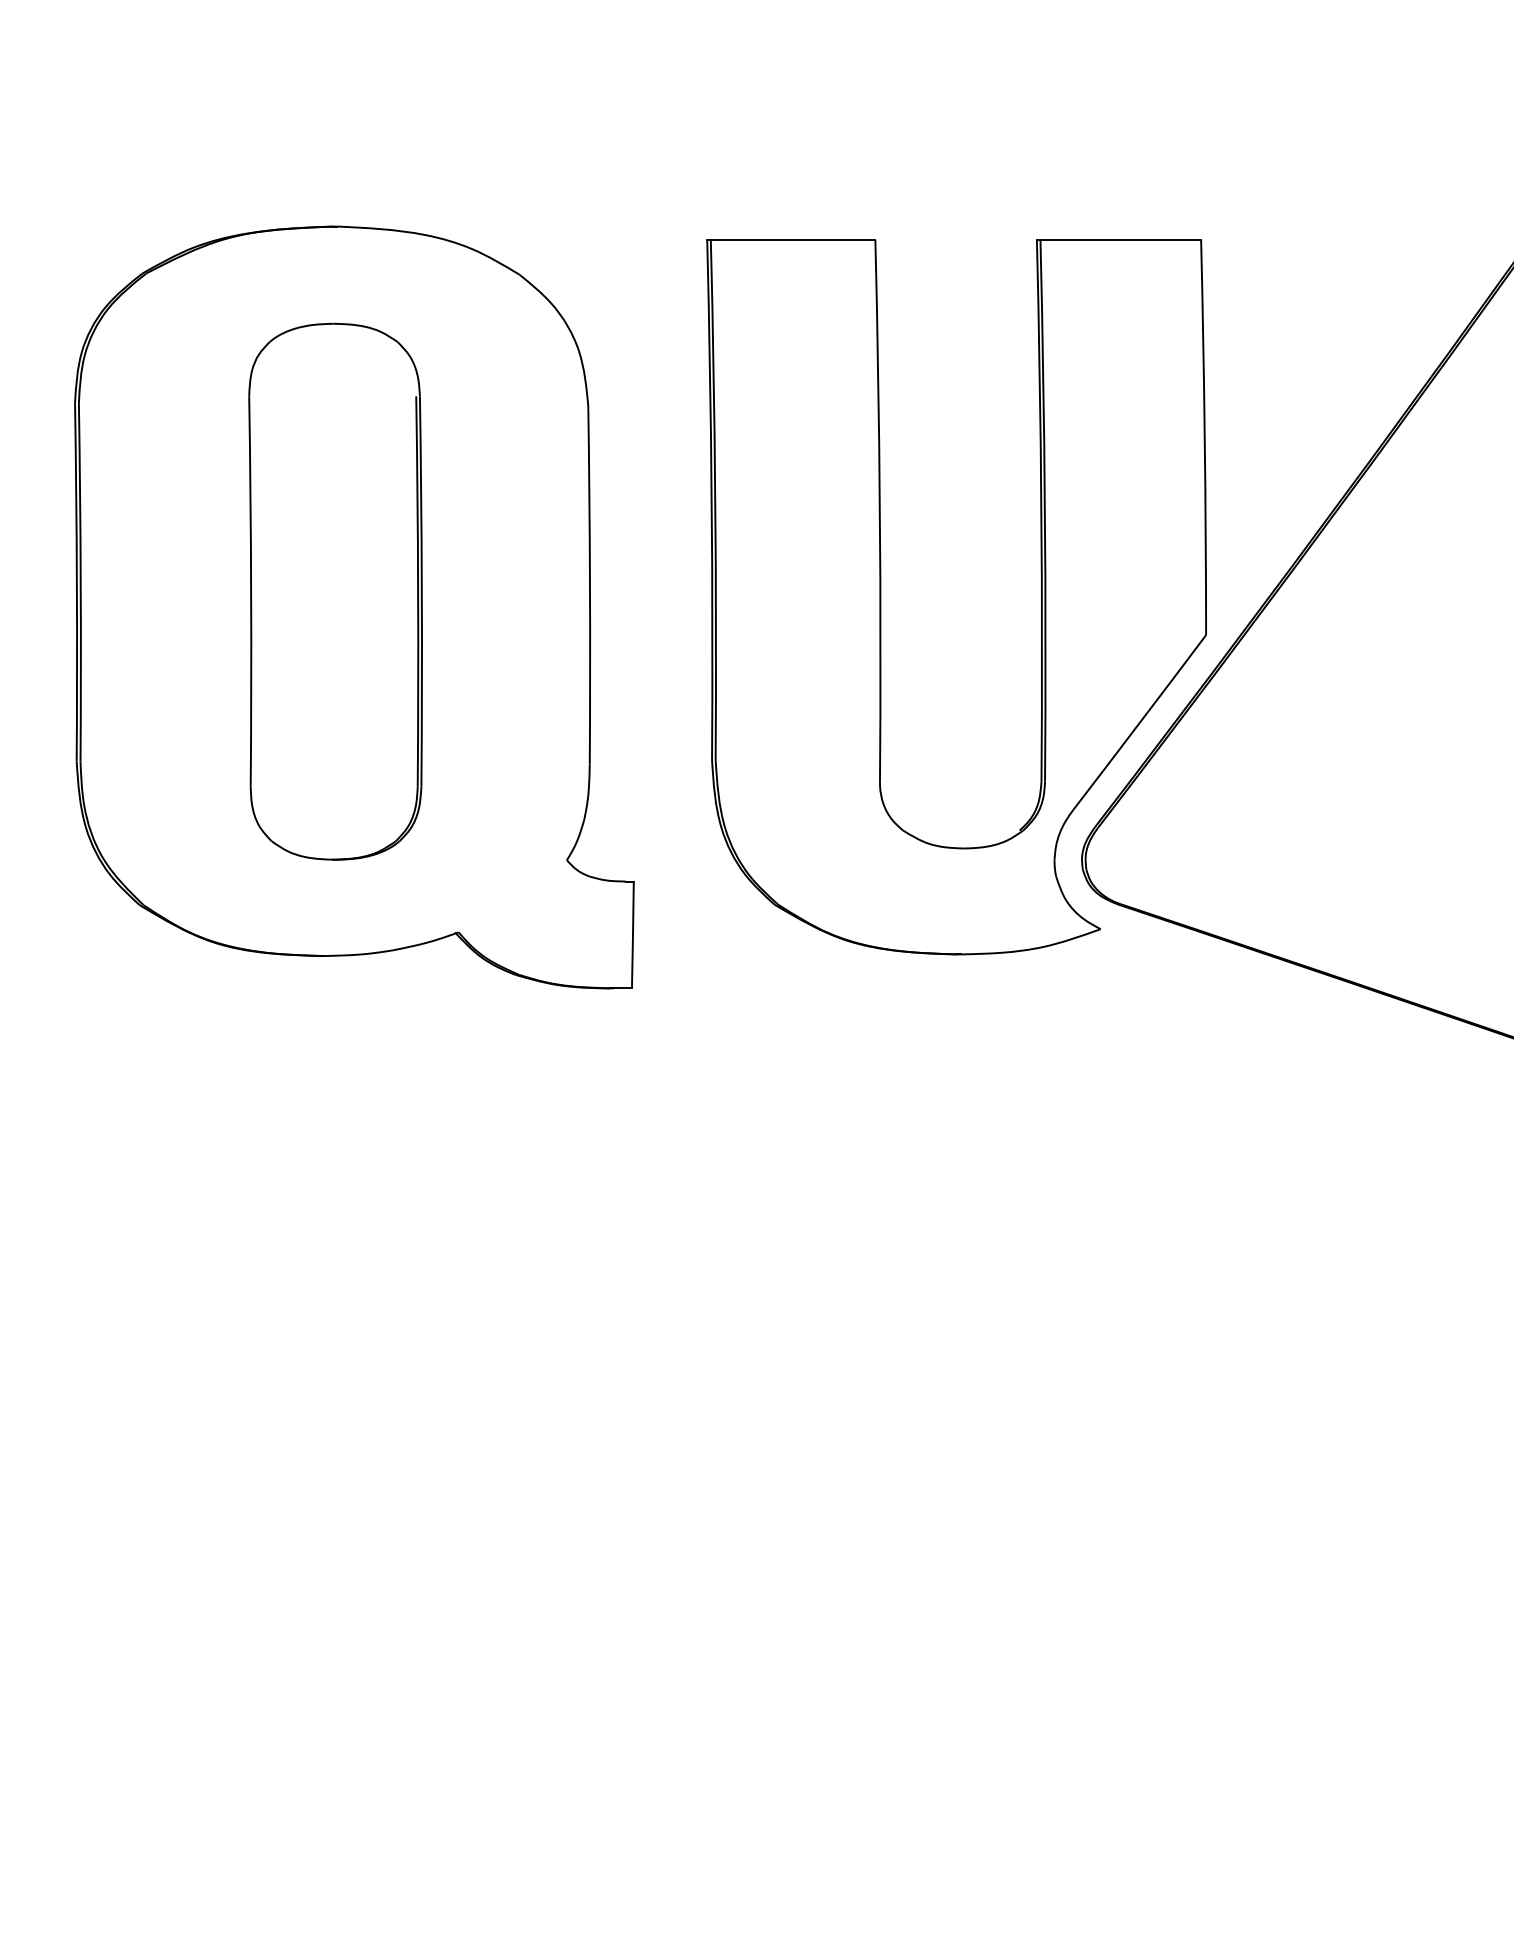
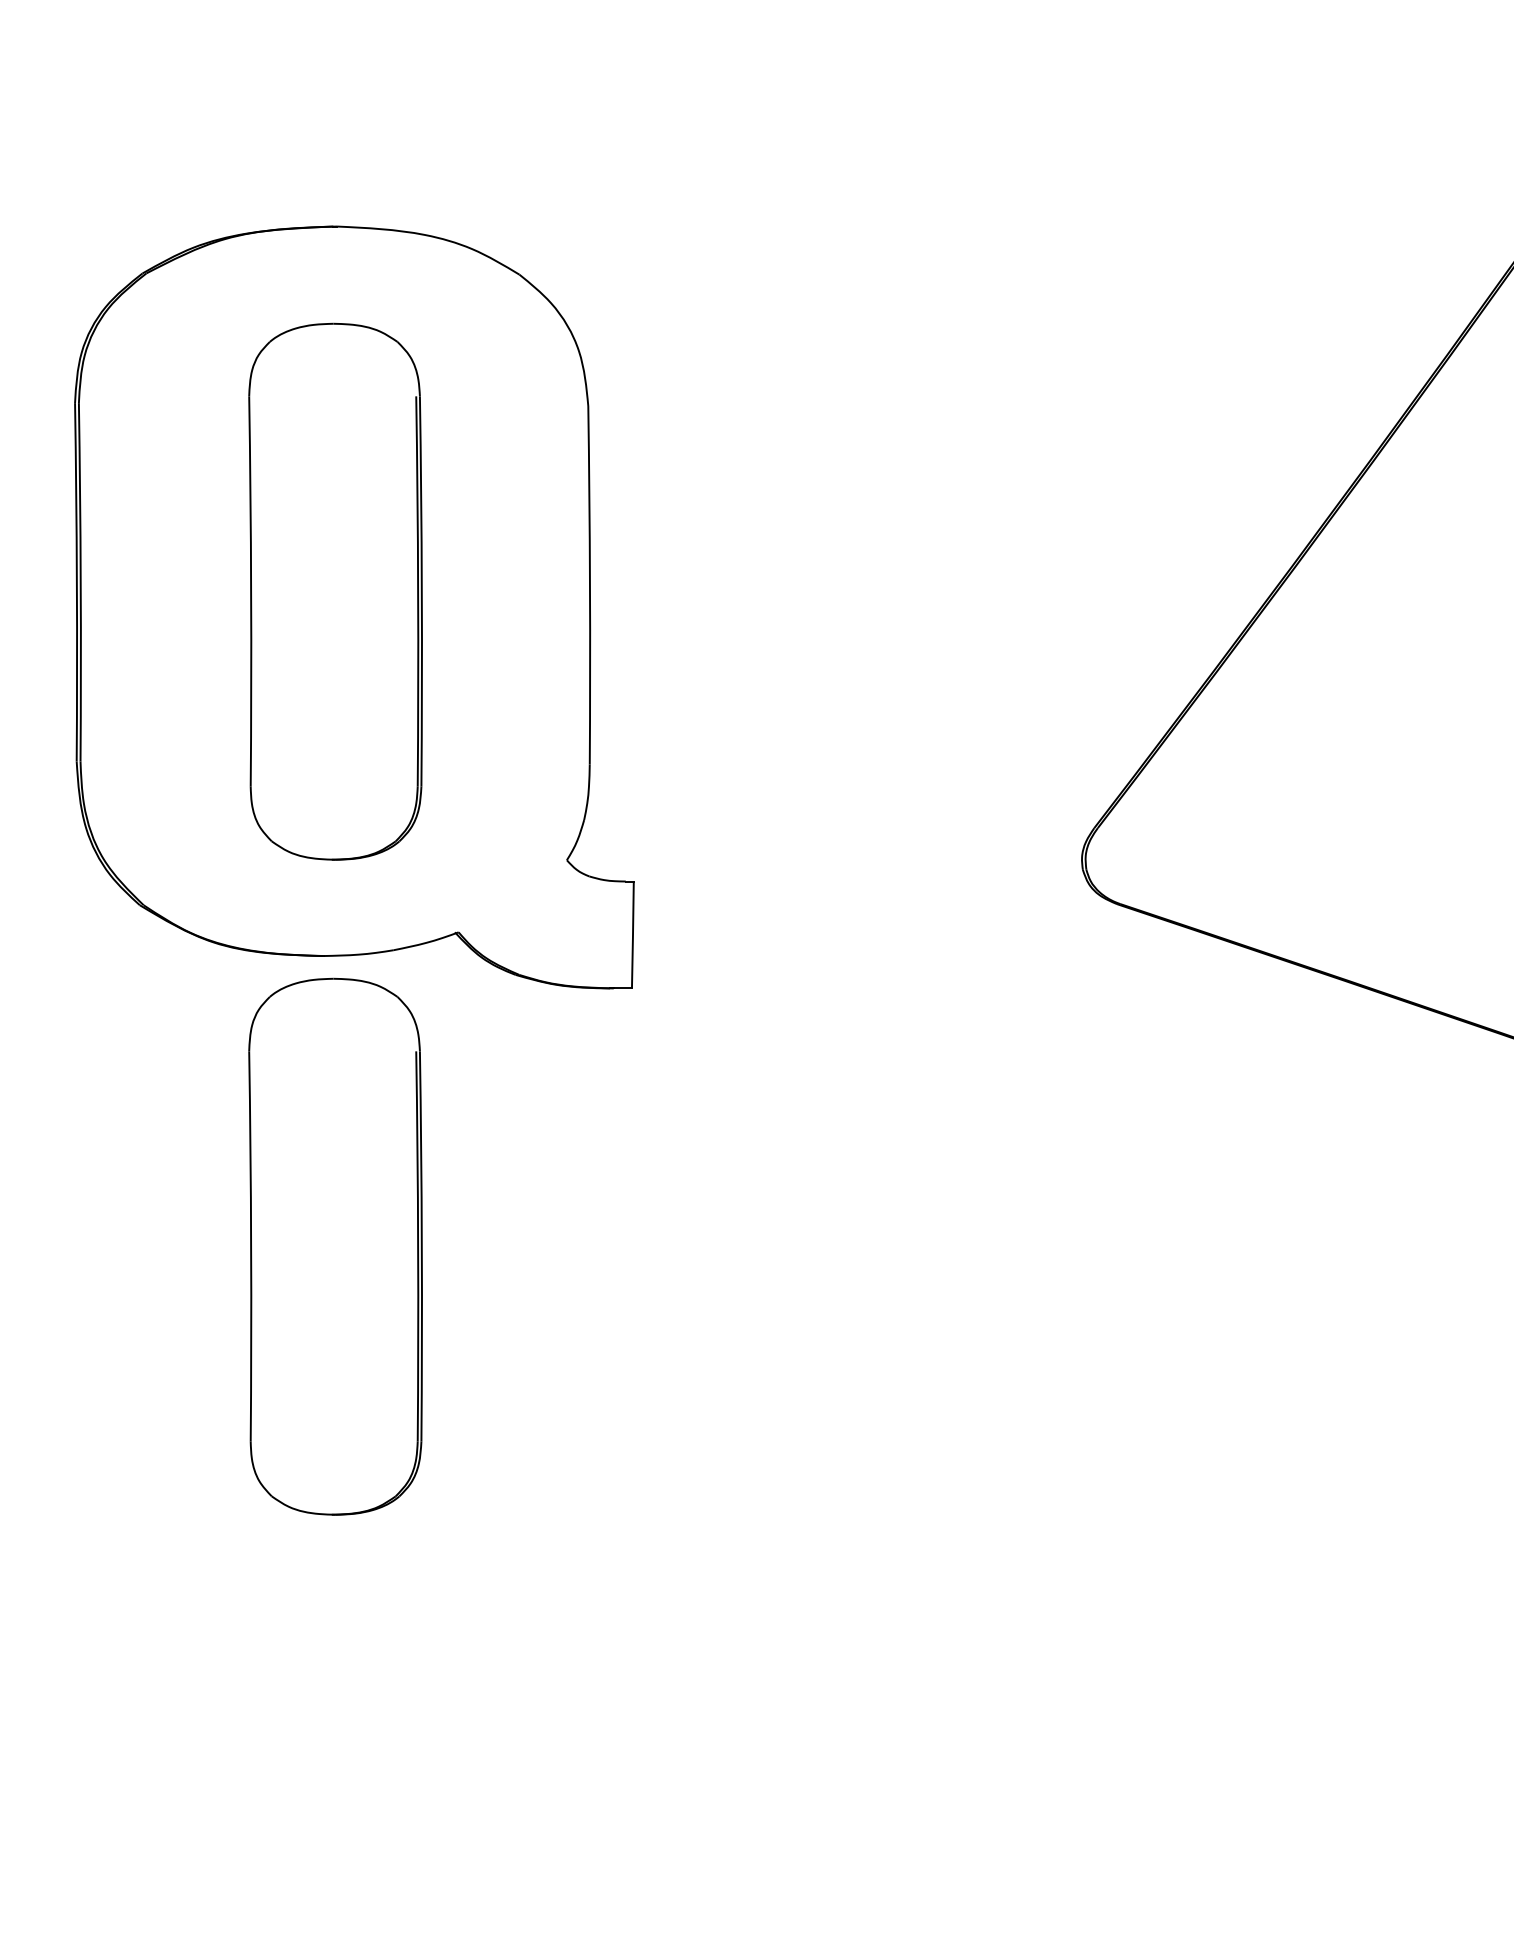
part at (881, 597): present -> none
part at (335, 1246): none -> present
